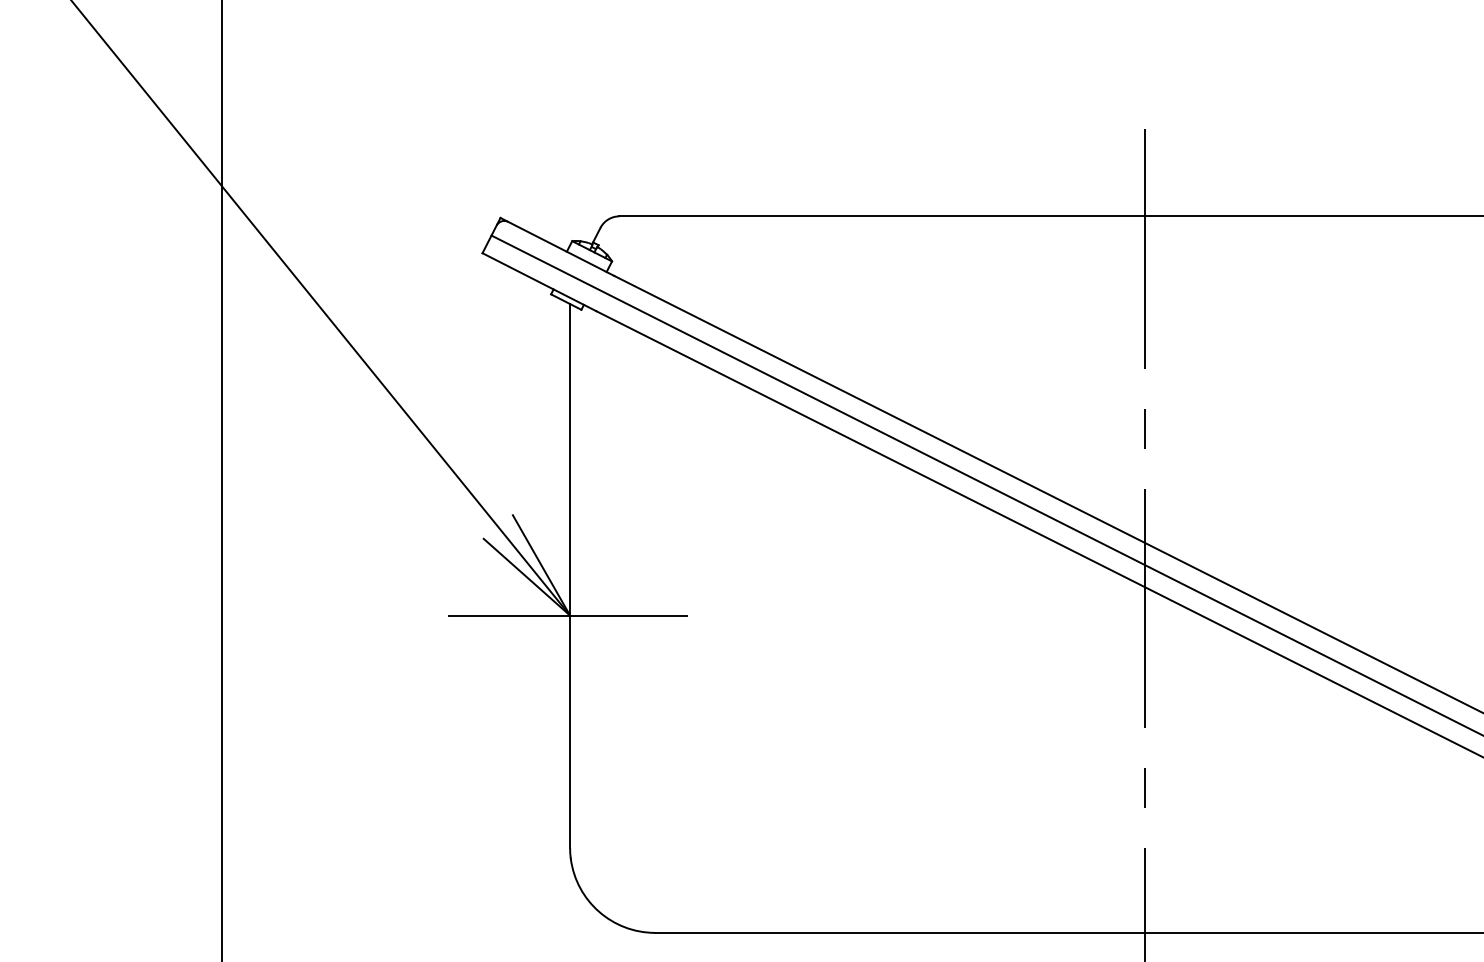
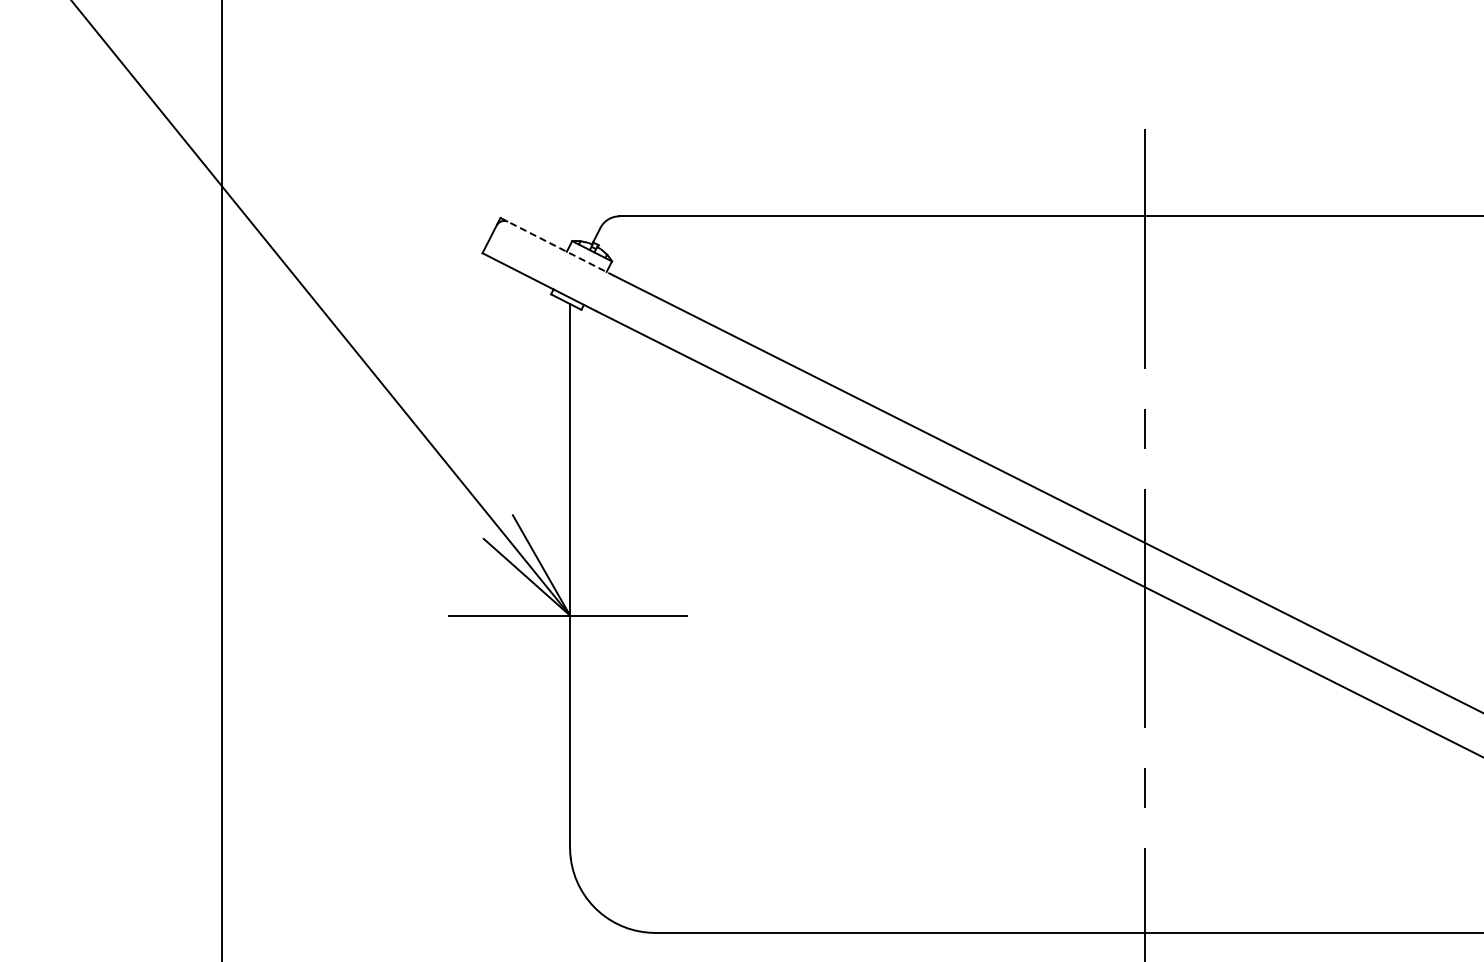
line at (557, 246): solid -> dashed
line at (985, 484): present -> none
